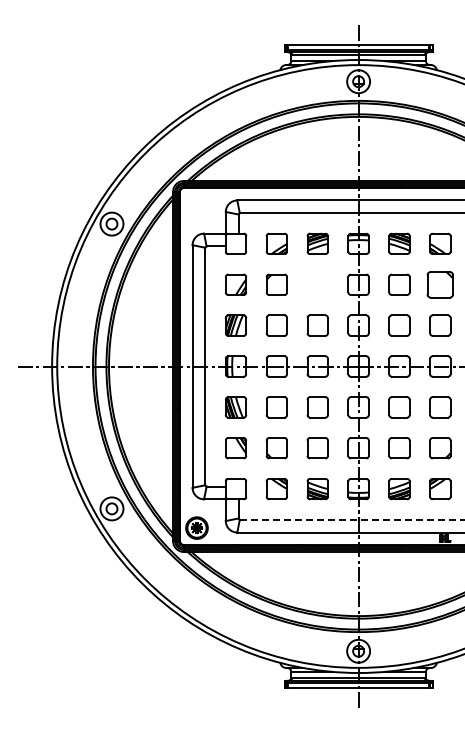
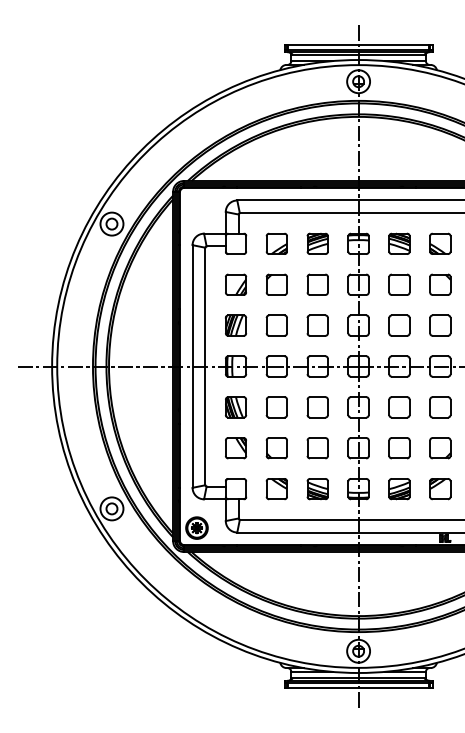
part at (317, 284): none -> present
part at (439, 284) size: 28x28 px -> 23x23 px
line at (352, 519): dashed -> solid
